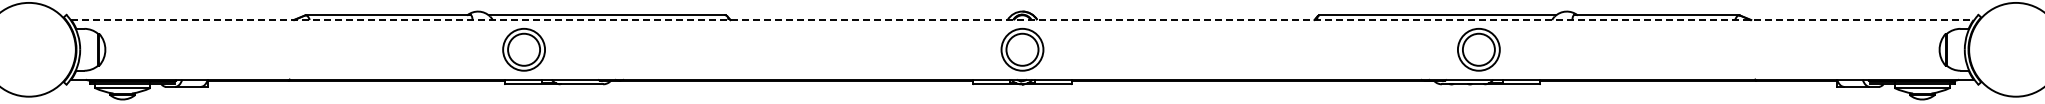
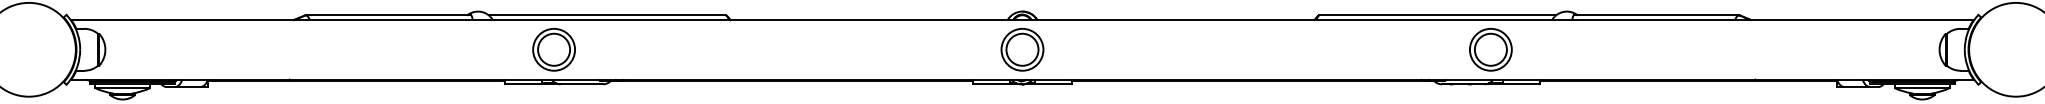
line at (1022, 20): dashed -> solid
part at (523, 49) position: (523, 49) -> (553, 49)
part at (1478, 49) position: (1478, 49) -> (1490, 49)
